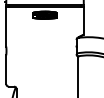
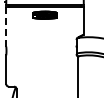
line at (6, 26): solid -> dashed
